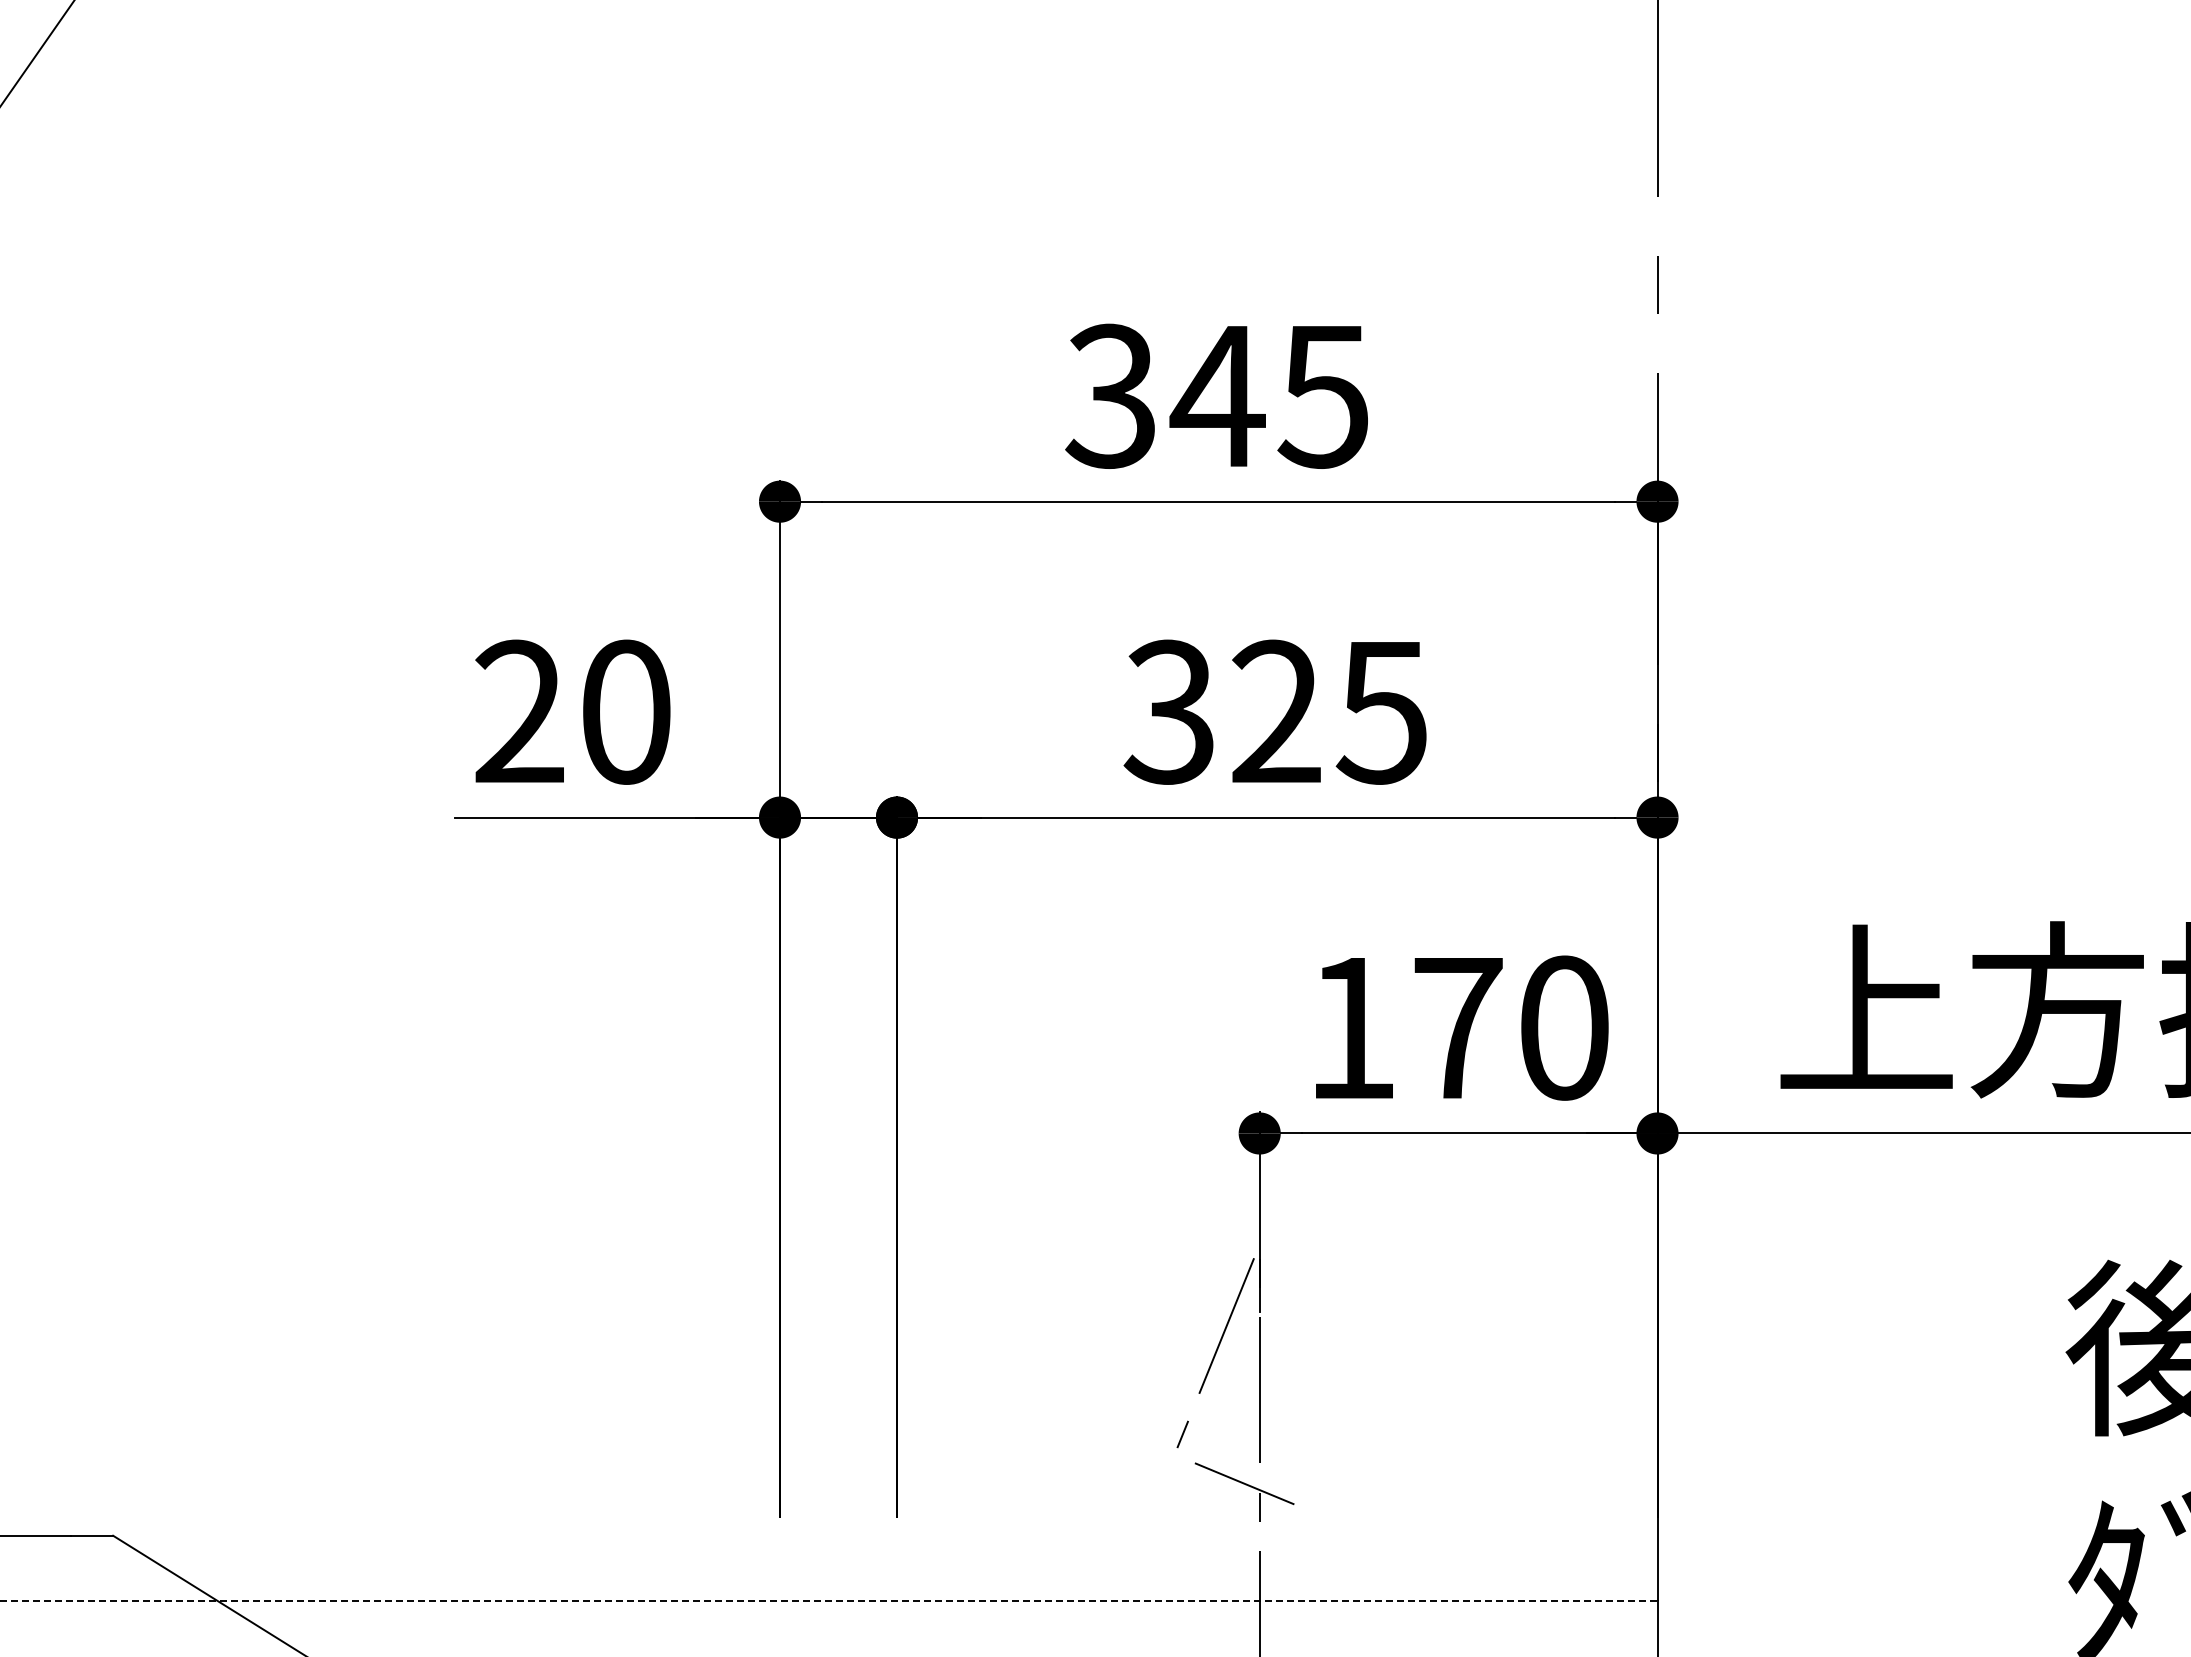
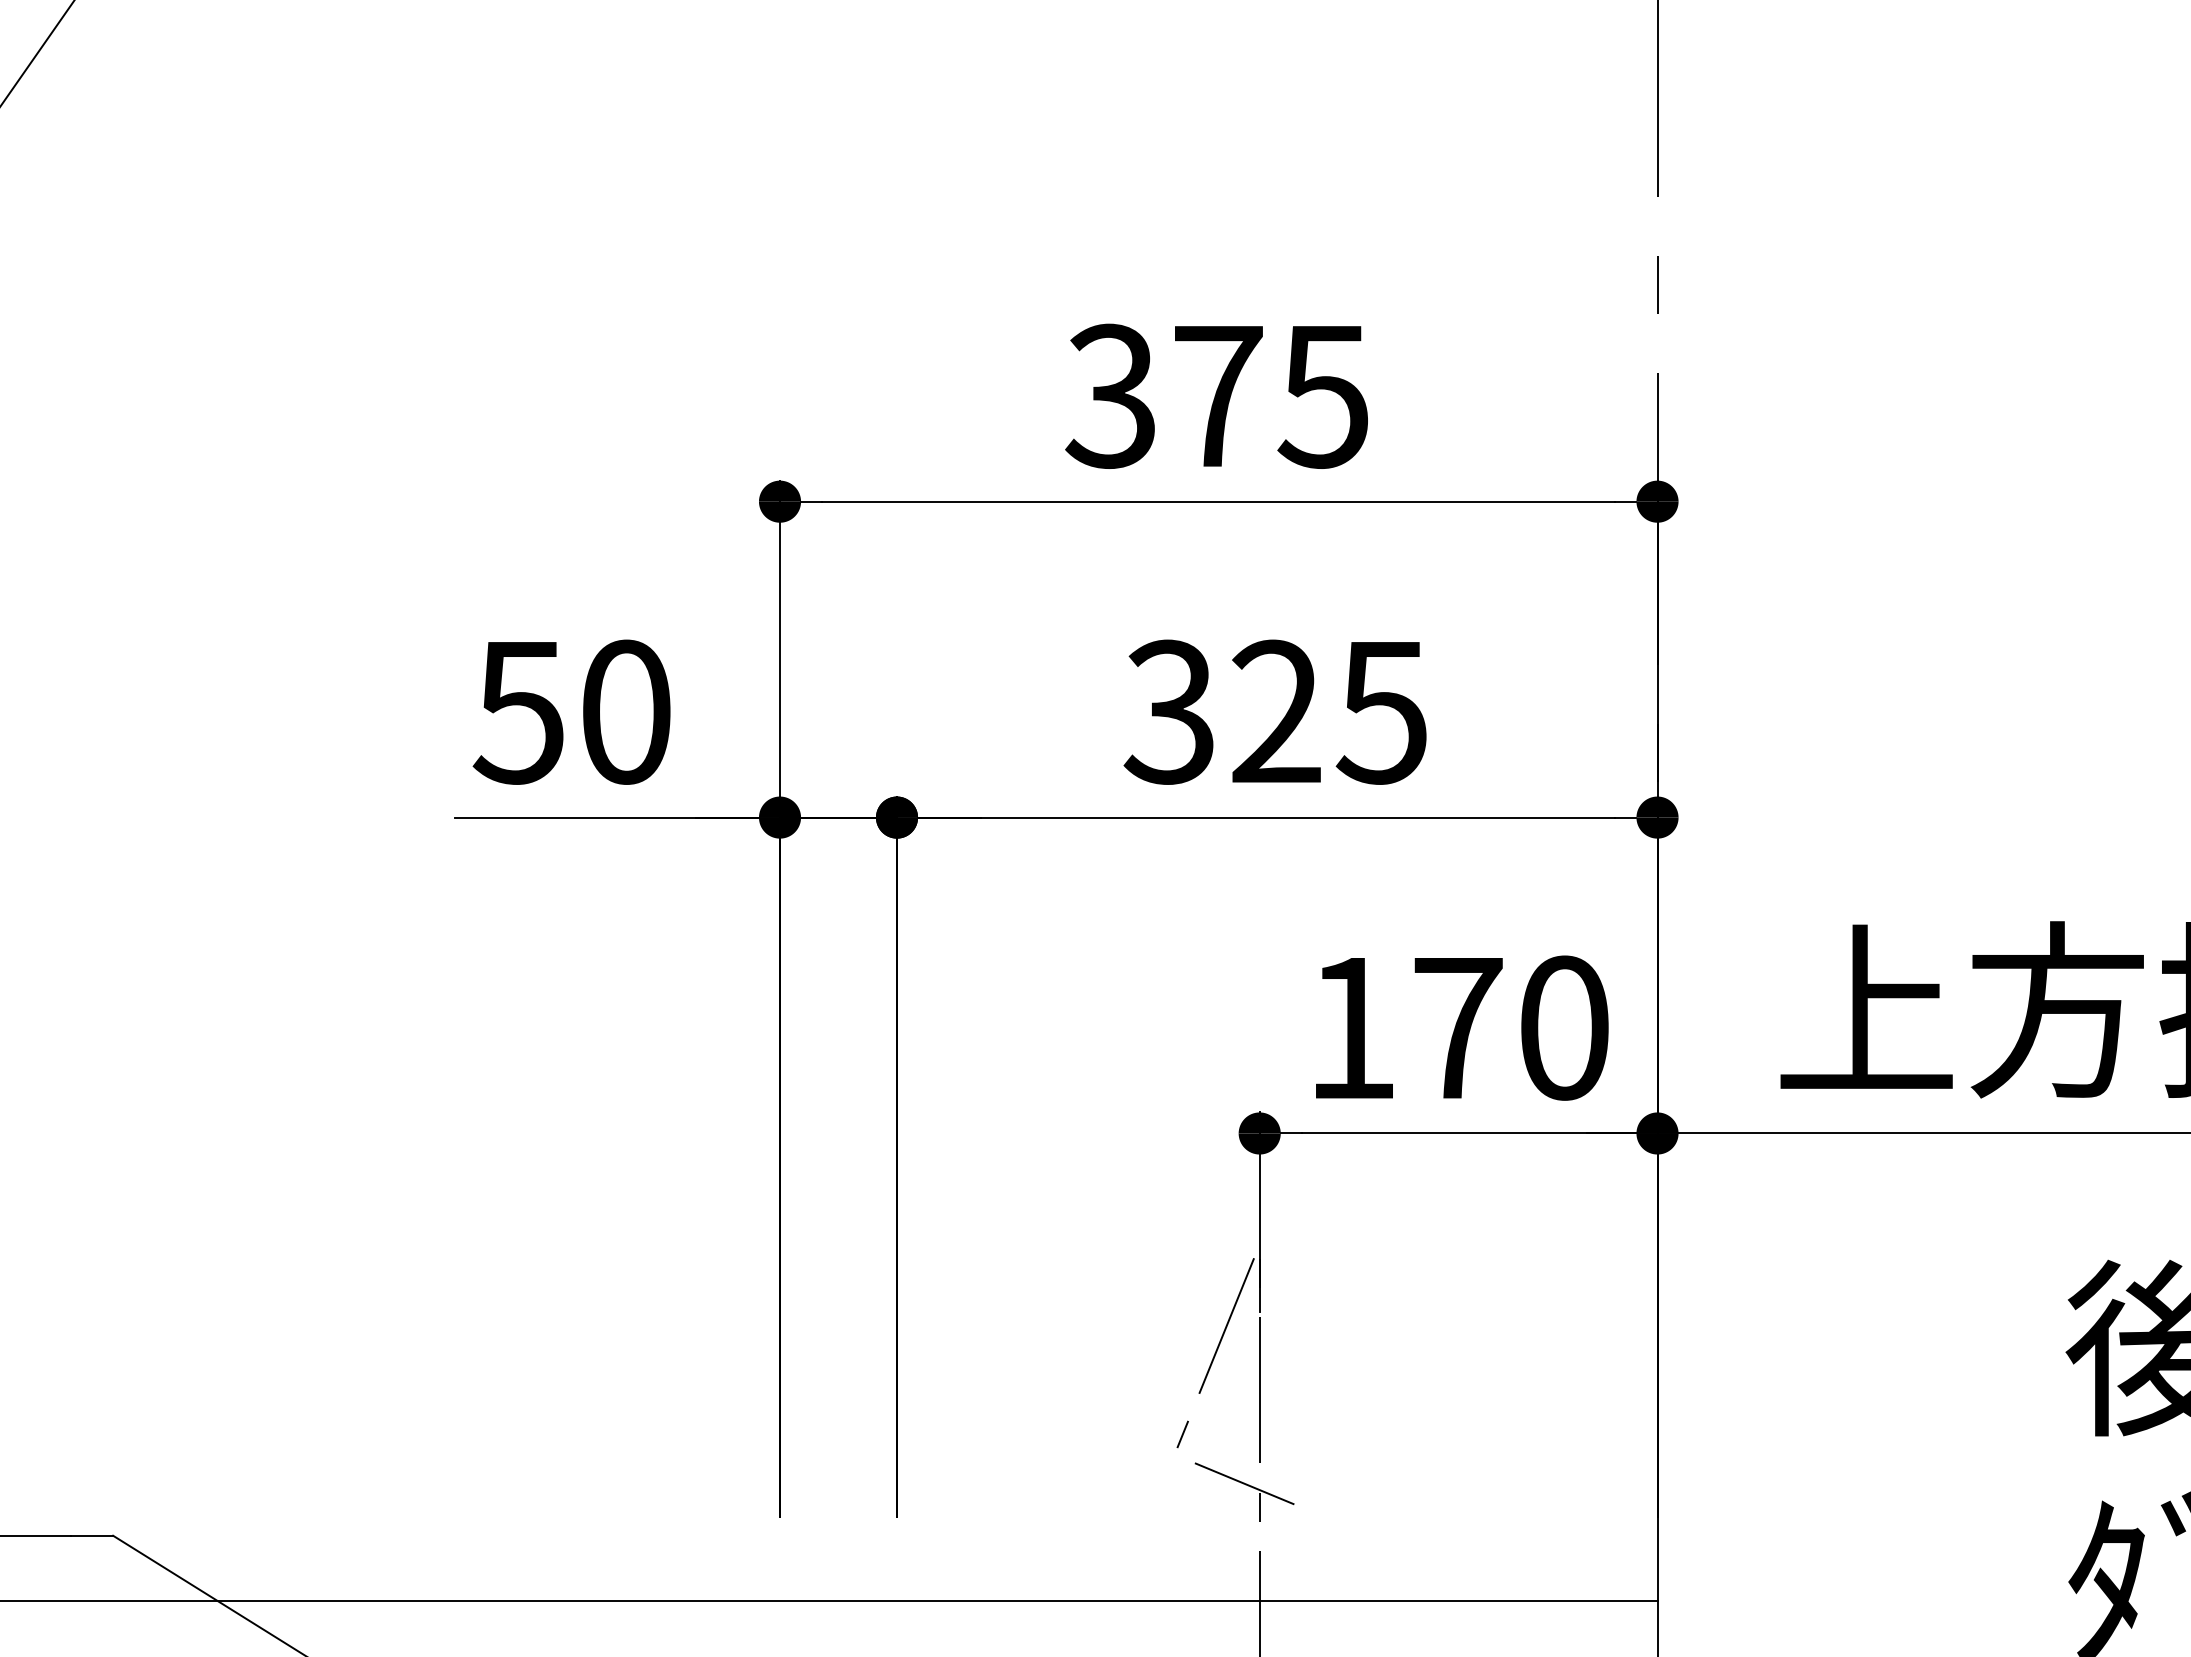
text at (1217, 396): 345 -> 375
text at (517, 711): 20 -> 50
line at (829, 1601): dashed -> solid
